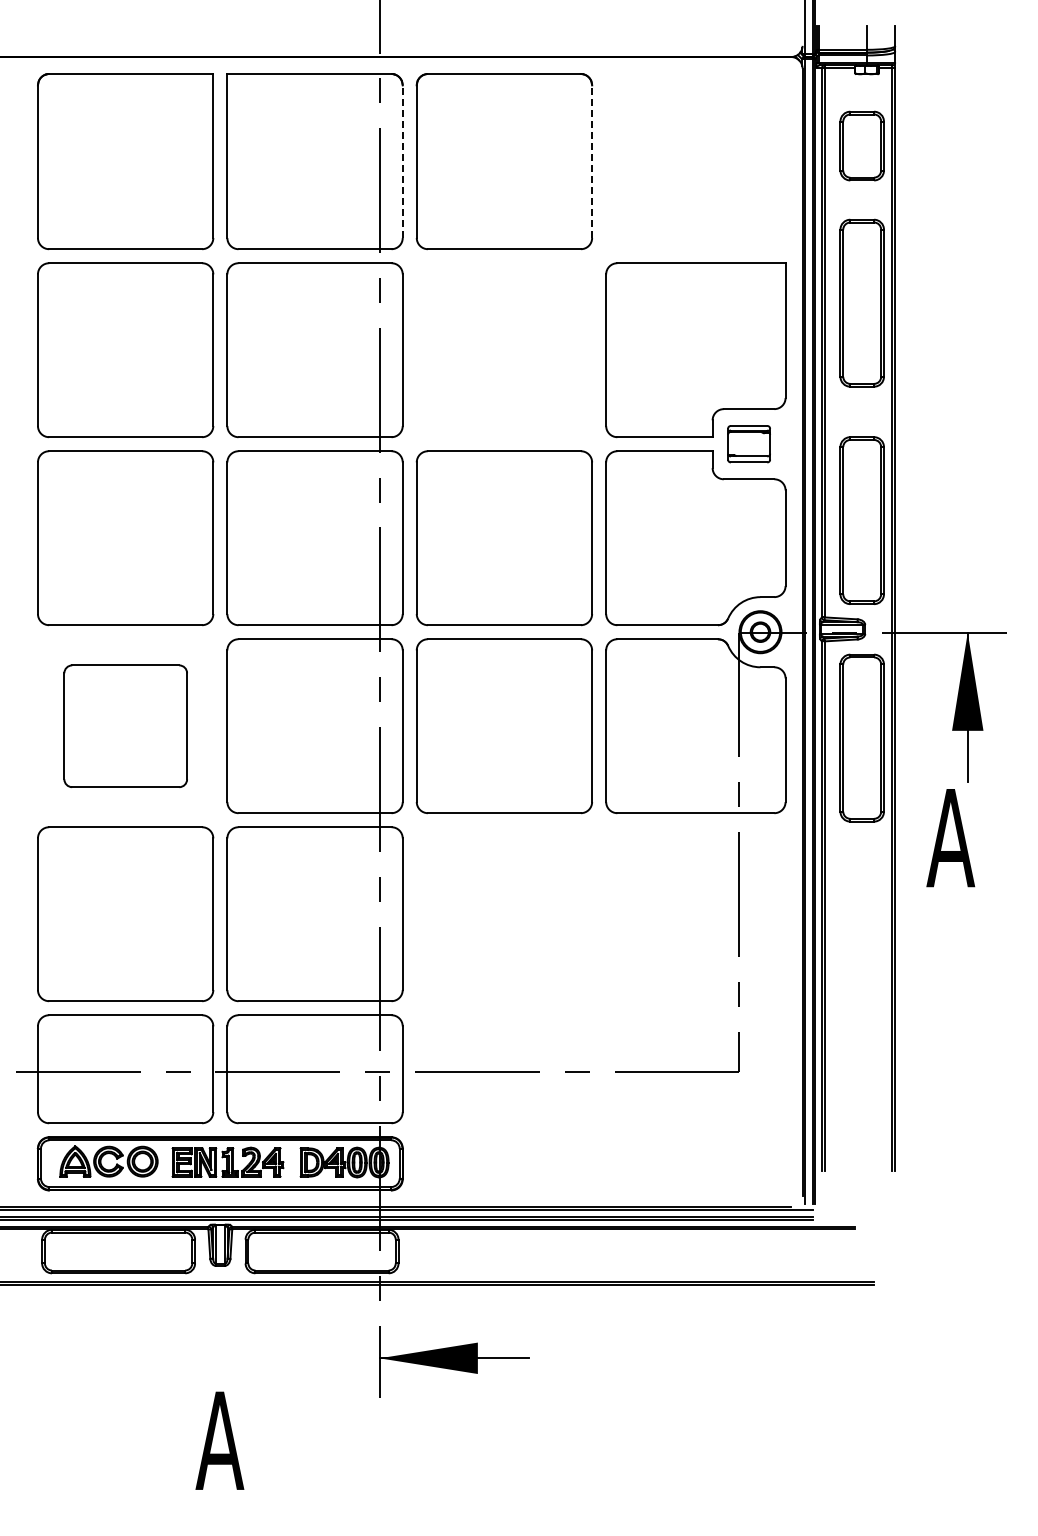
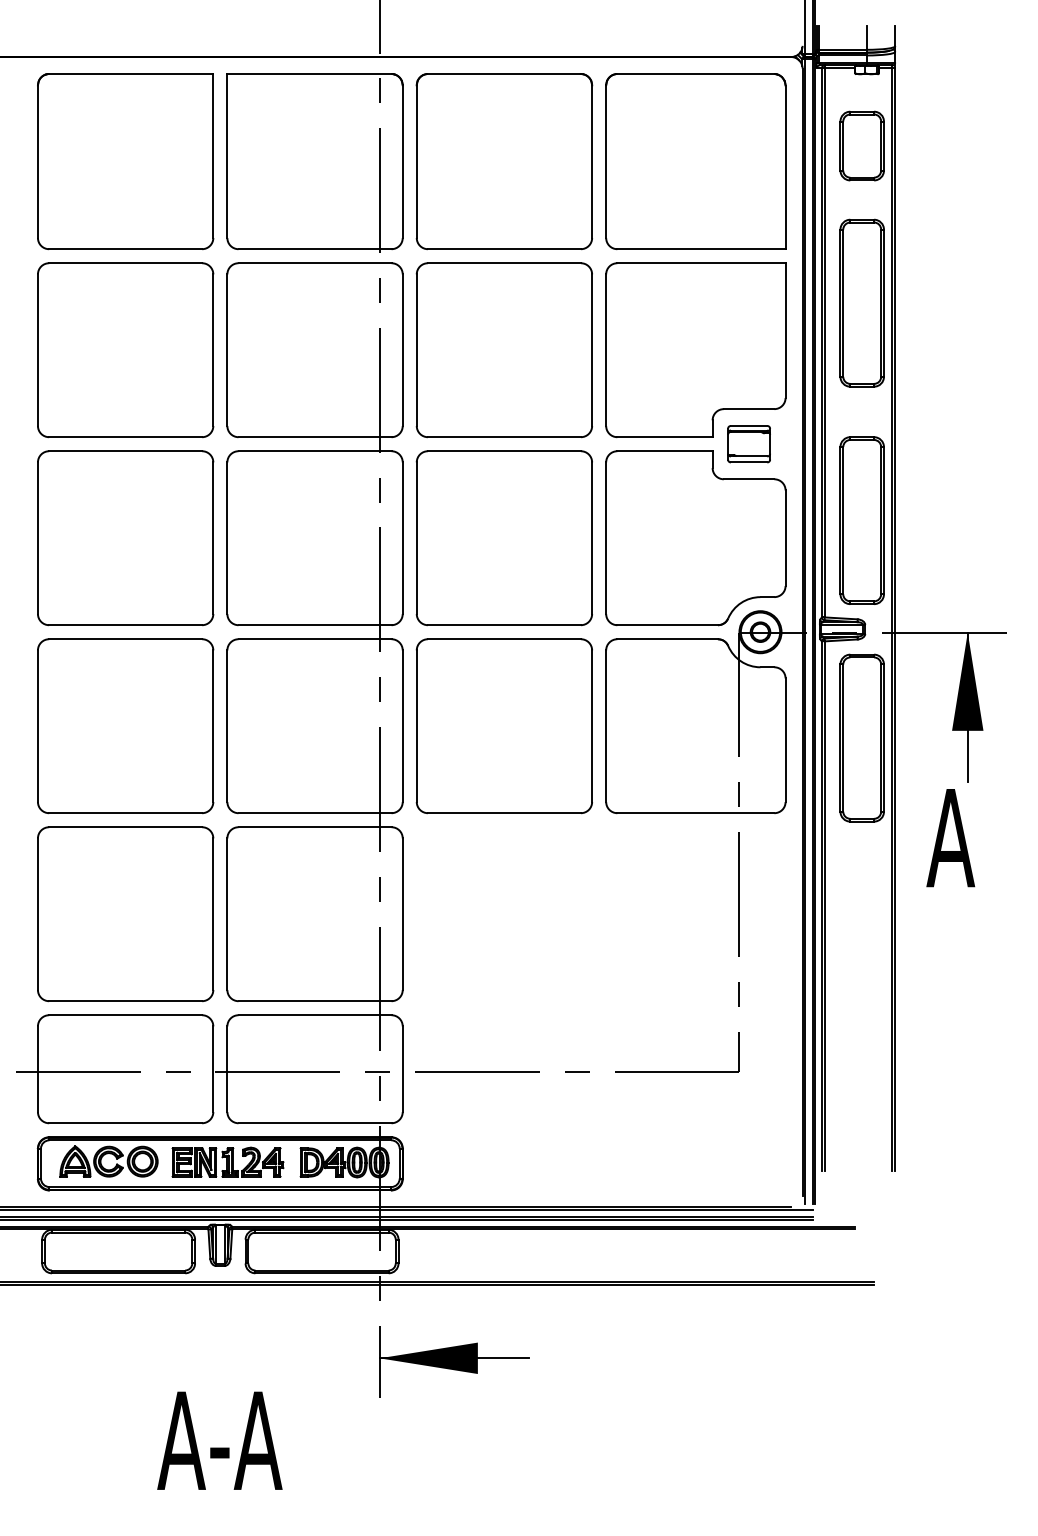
line at (402, 161): dashed -> solid
line at (592, 161): dashed -> solid
part at (695, 161): none -> present
part at (503, 350): none -> present
part at (125, 725) size: 125x124 px -> 178x177 px
text at (219, 1440): A -> A-A
